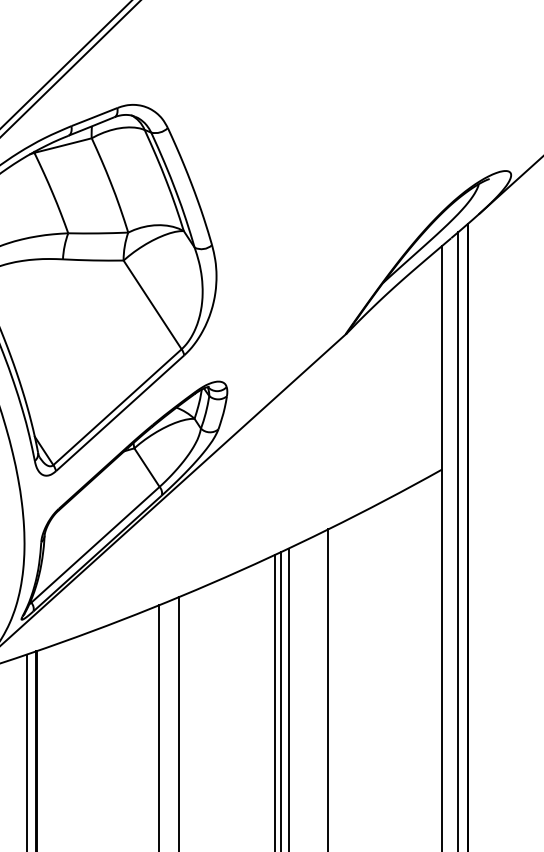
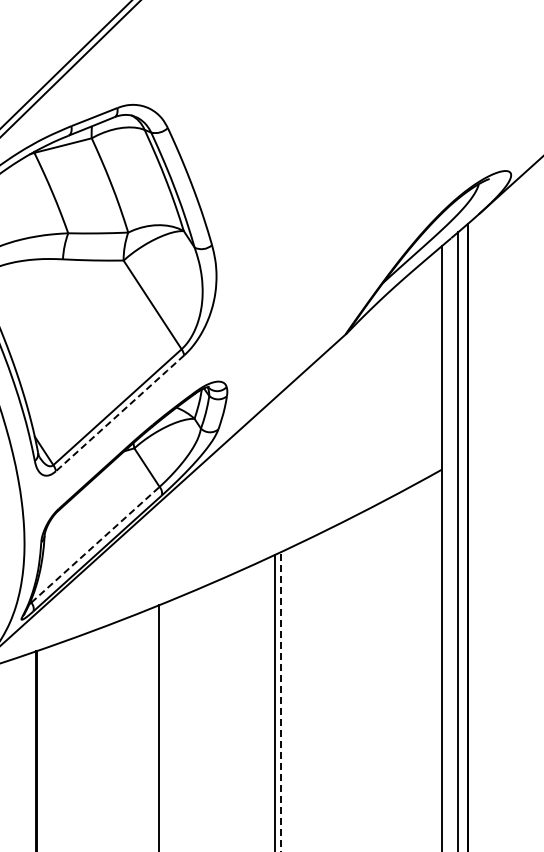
line at (120, 413): solid -> dashed
line at (95, 544): solid -> dashed
line at (328, 688): present -> none
line at (288, 698): present -> none
line at (280, 701): solid -> dashed
line at (179, 722): present -> none
line at (26, 751): present -> none
